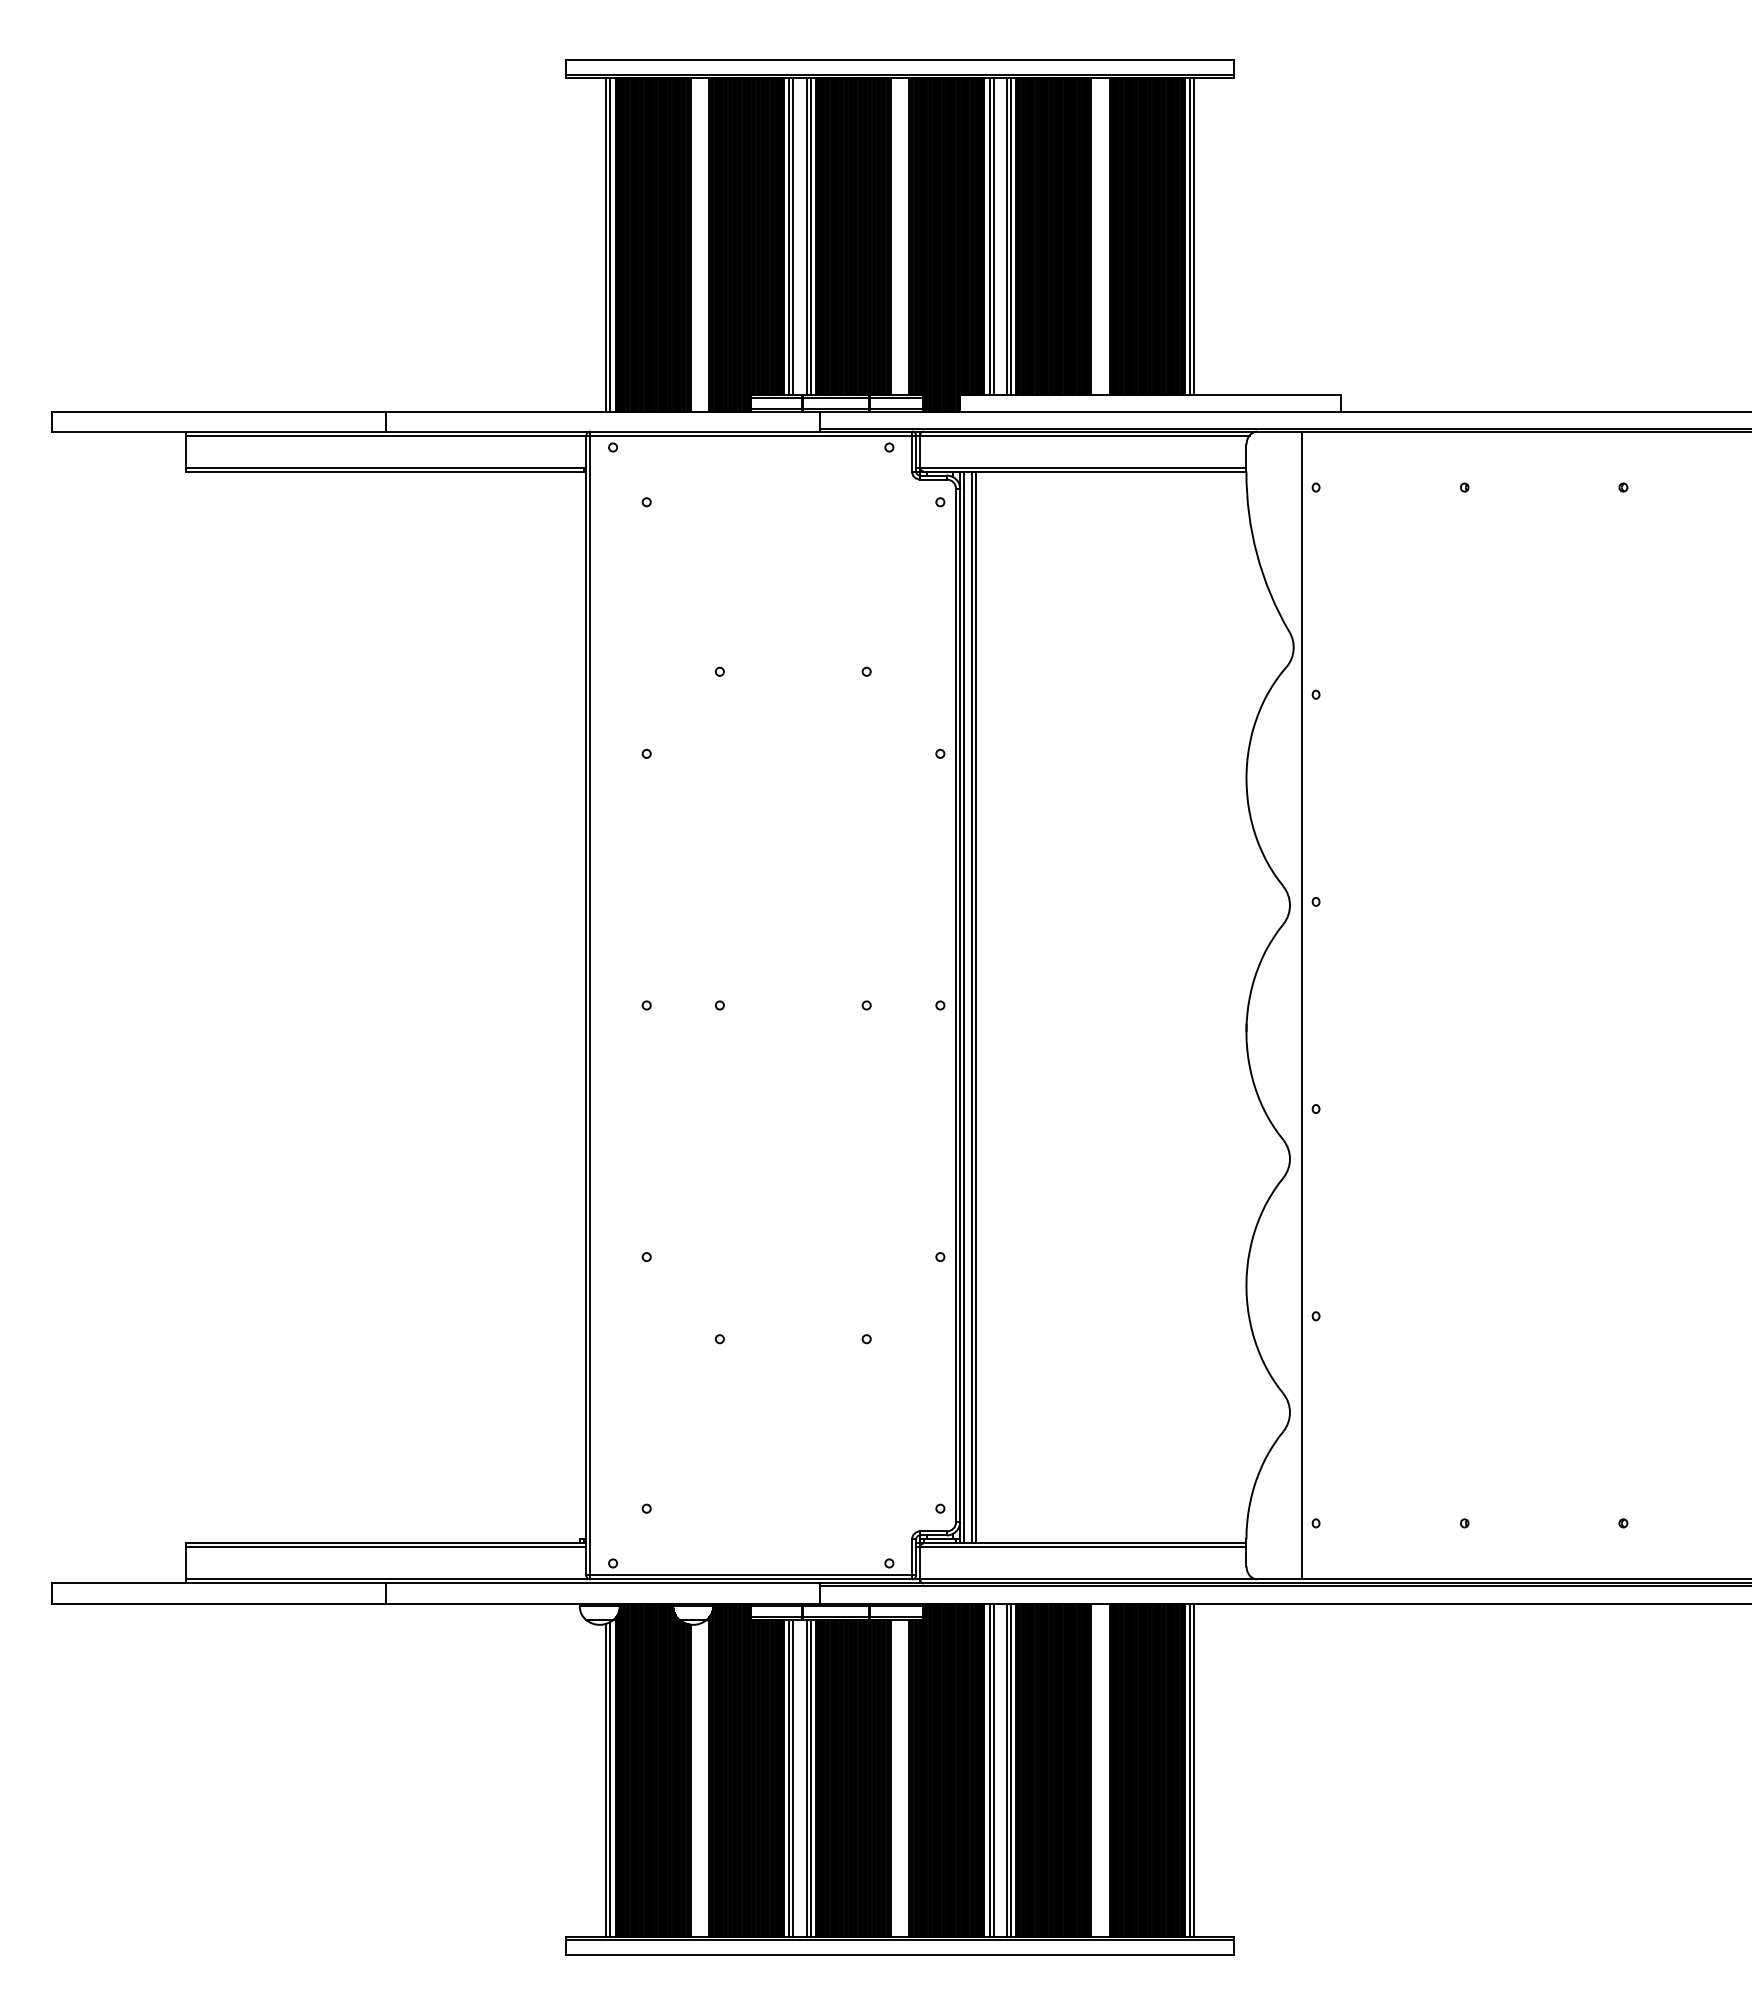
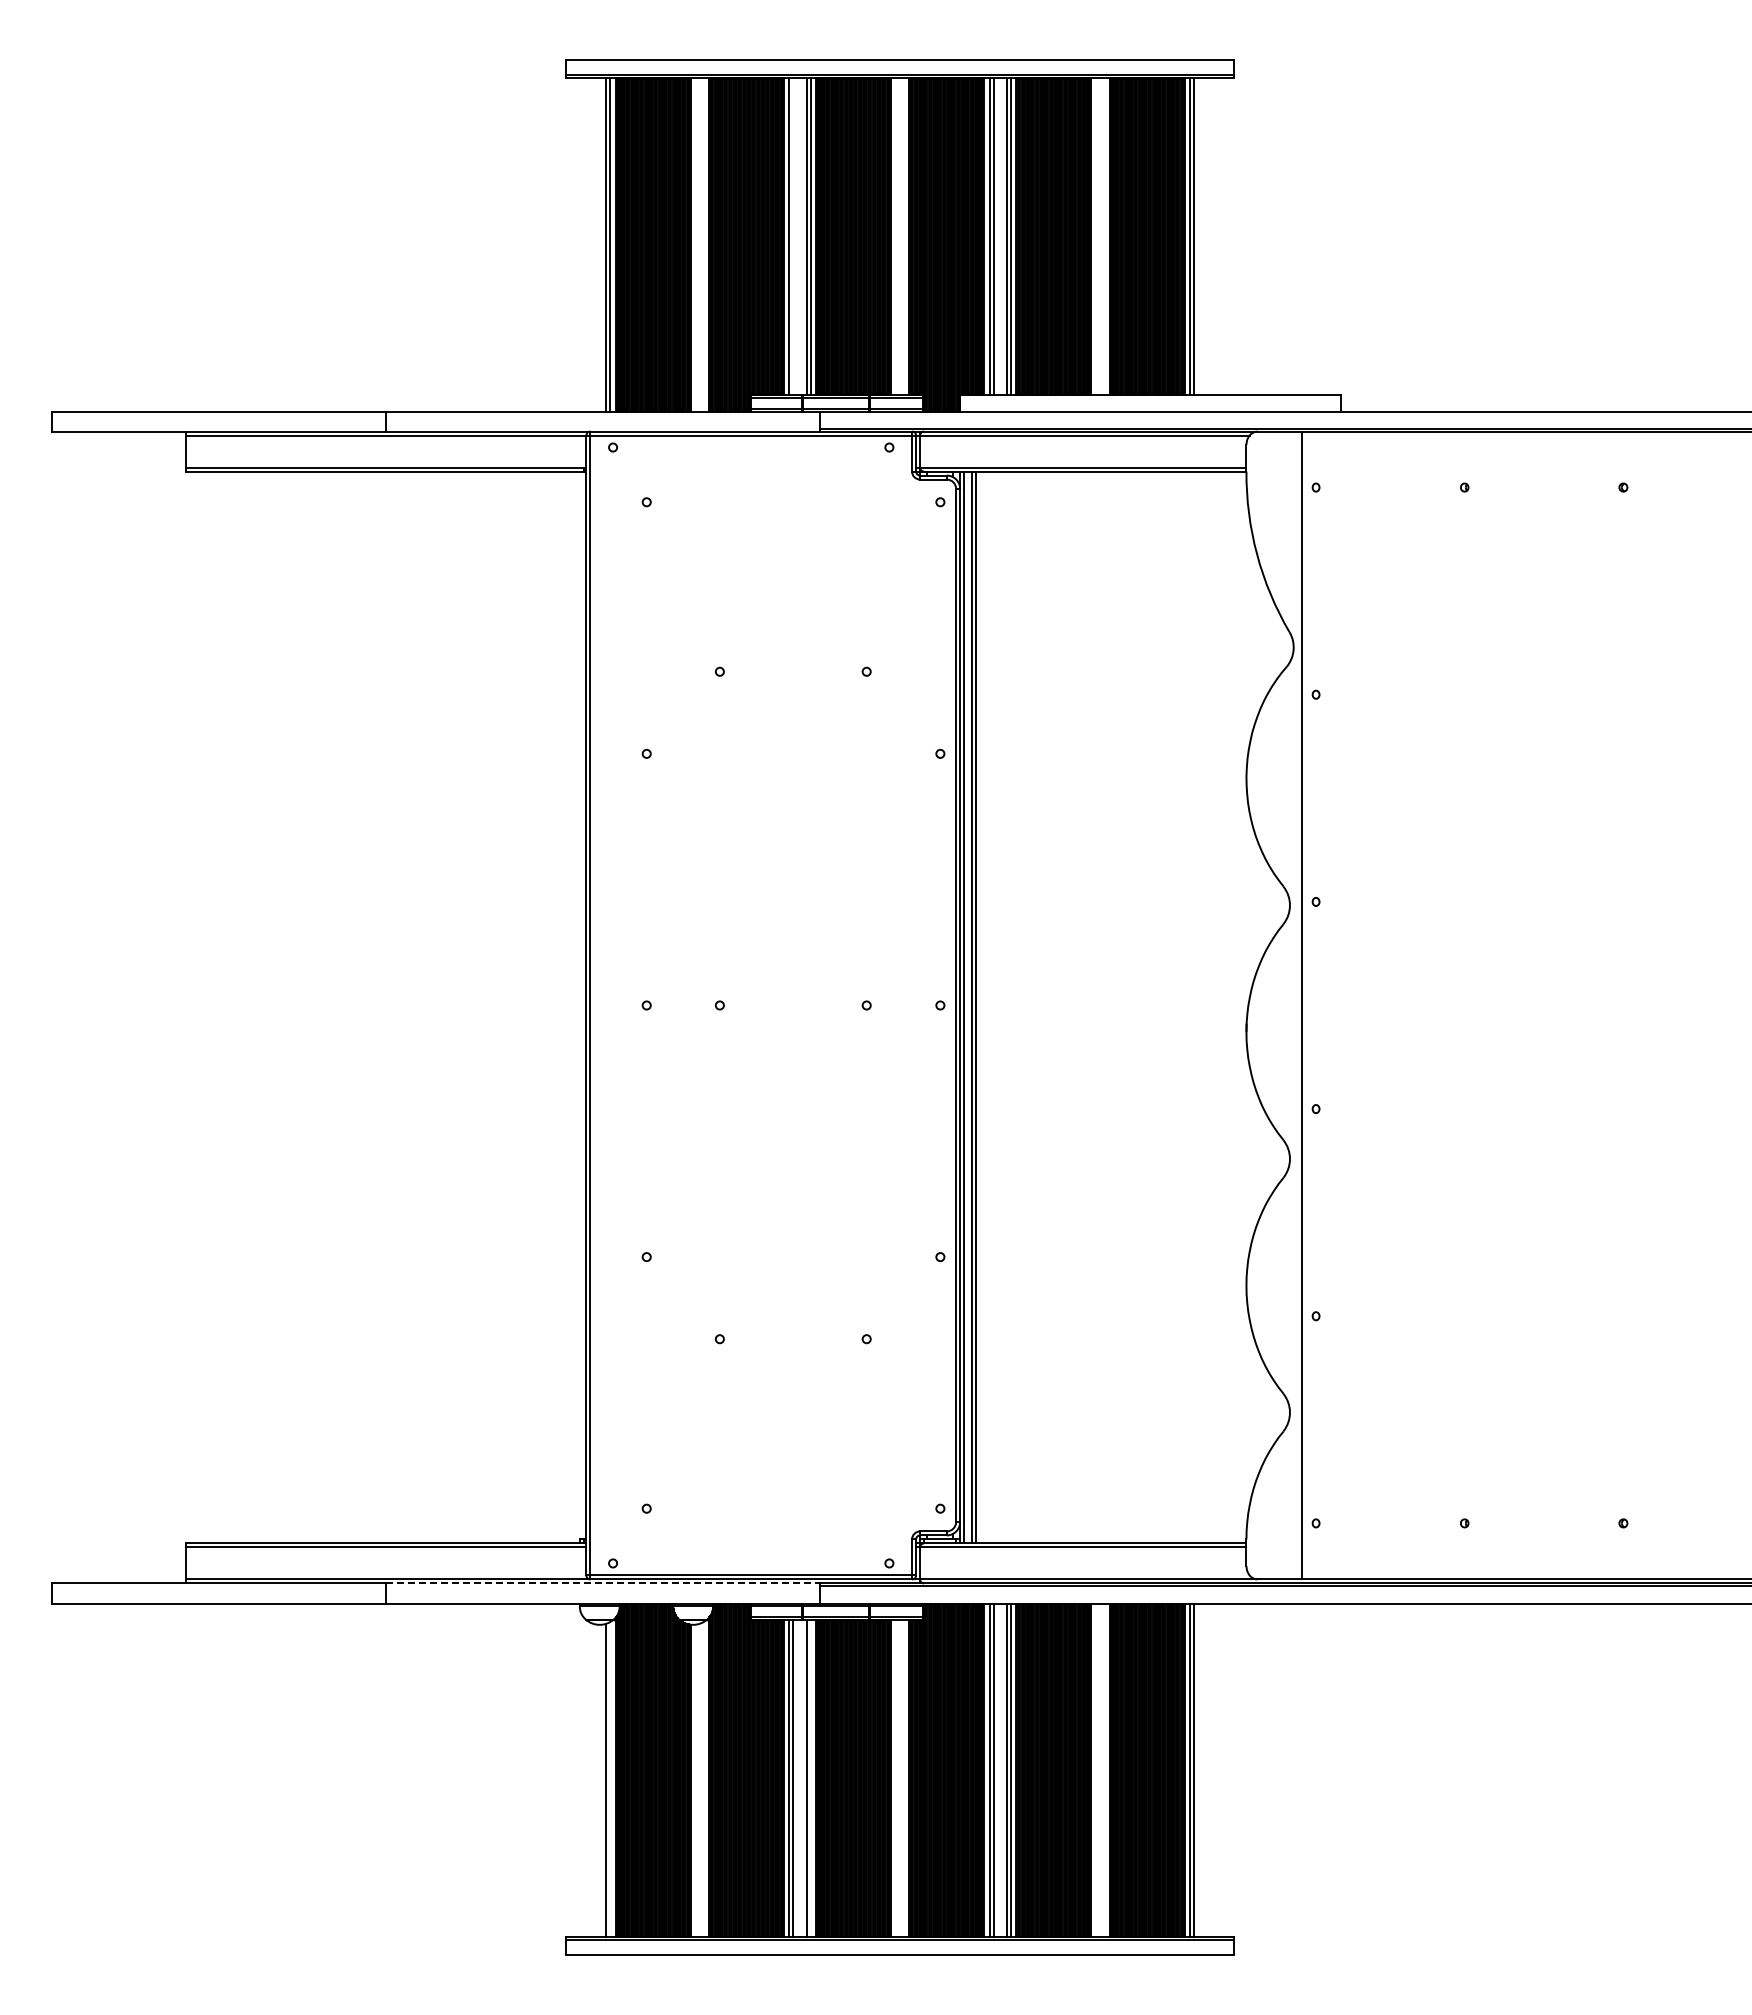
line at (793, 236): present -> none
line at (603, 1583): solid -> dashed
line at (810, 1778): present -> none
line at (610, 1779): present -> none
